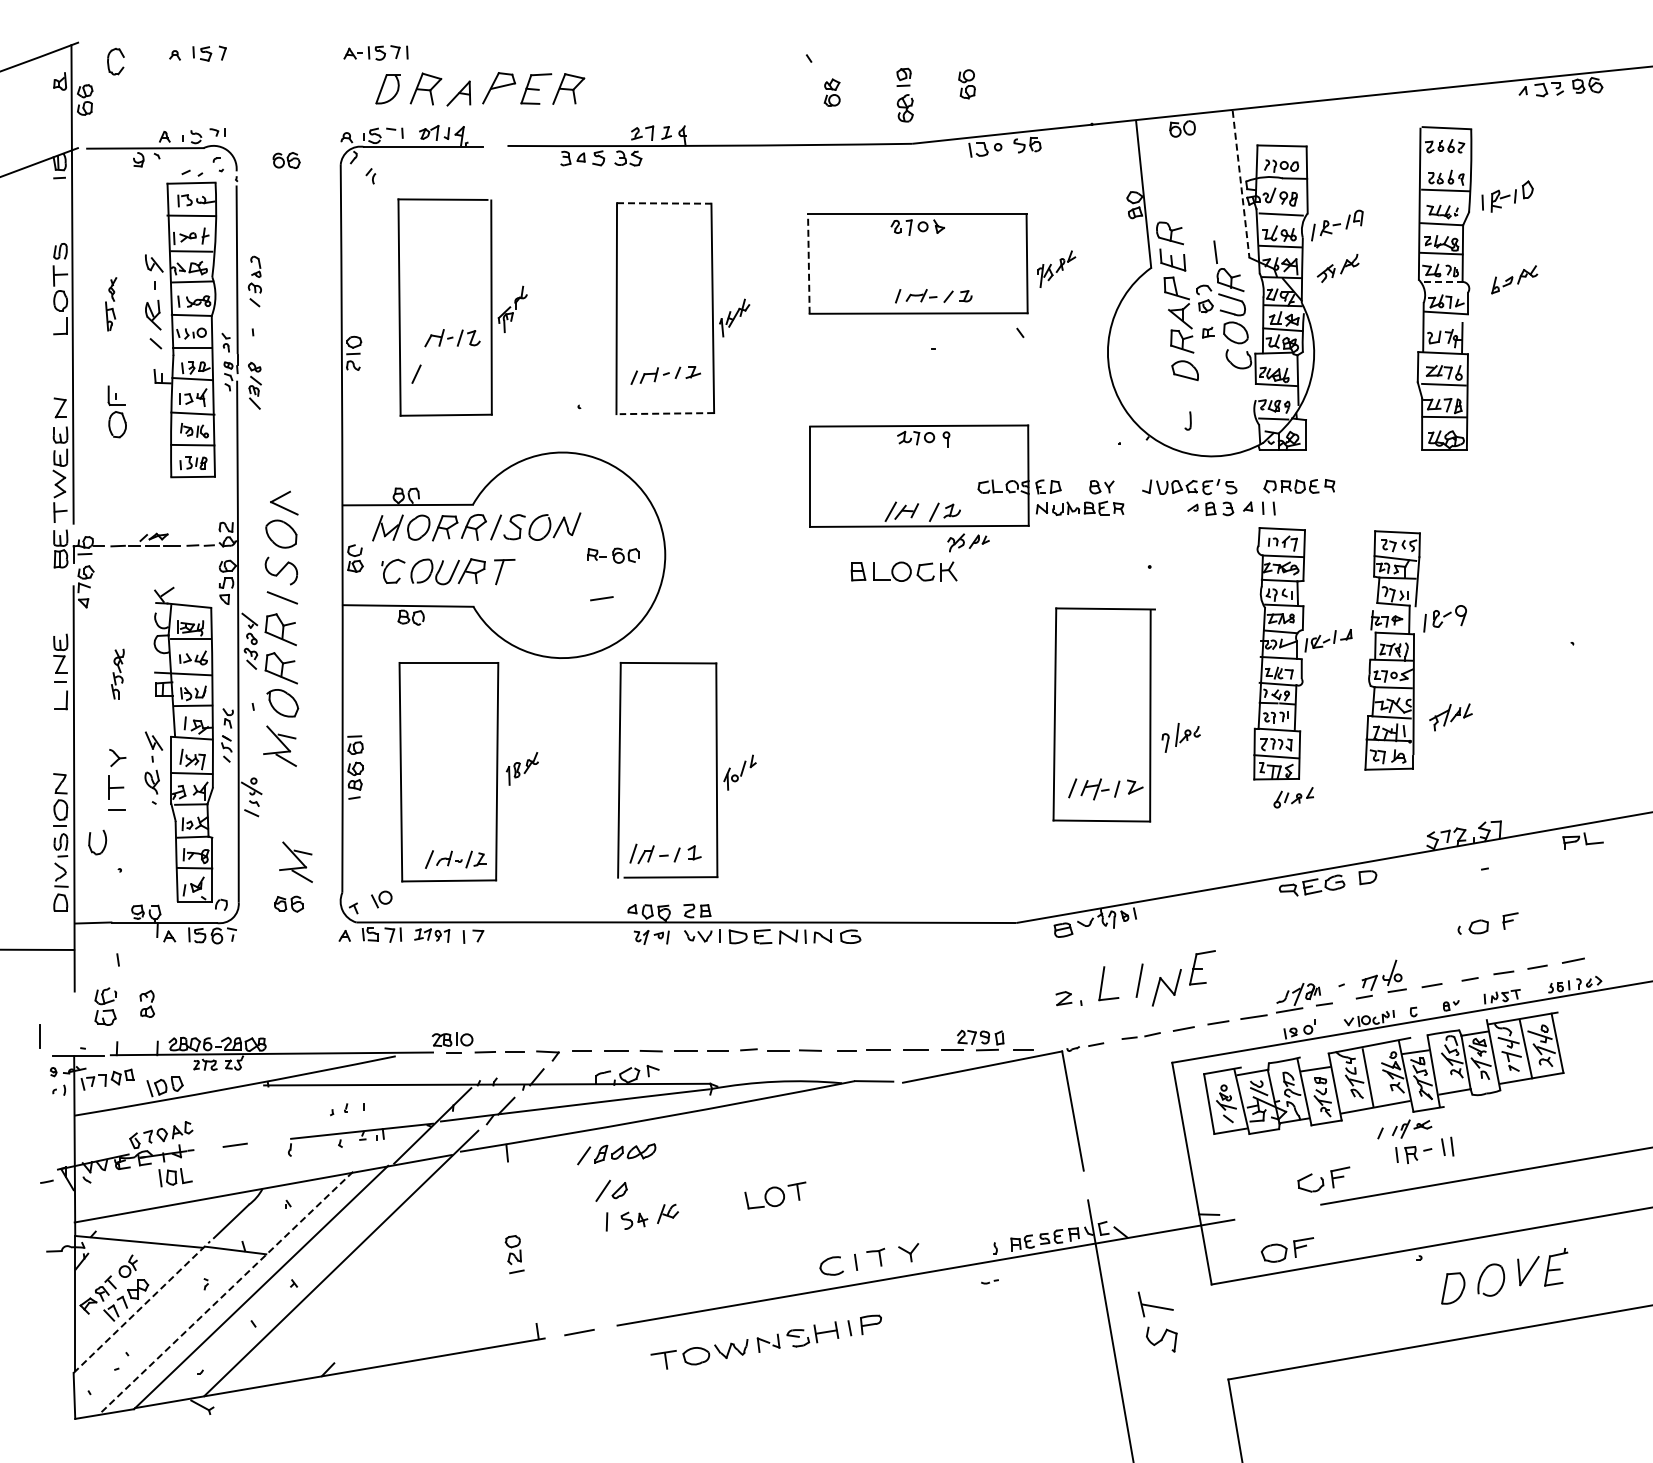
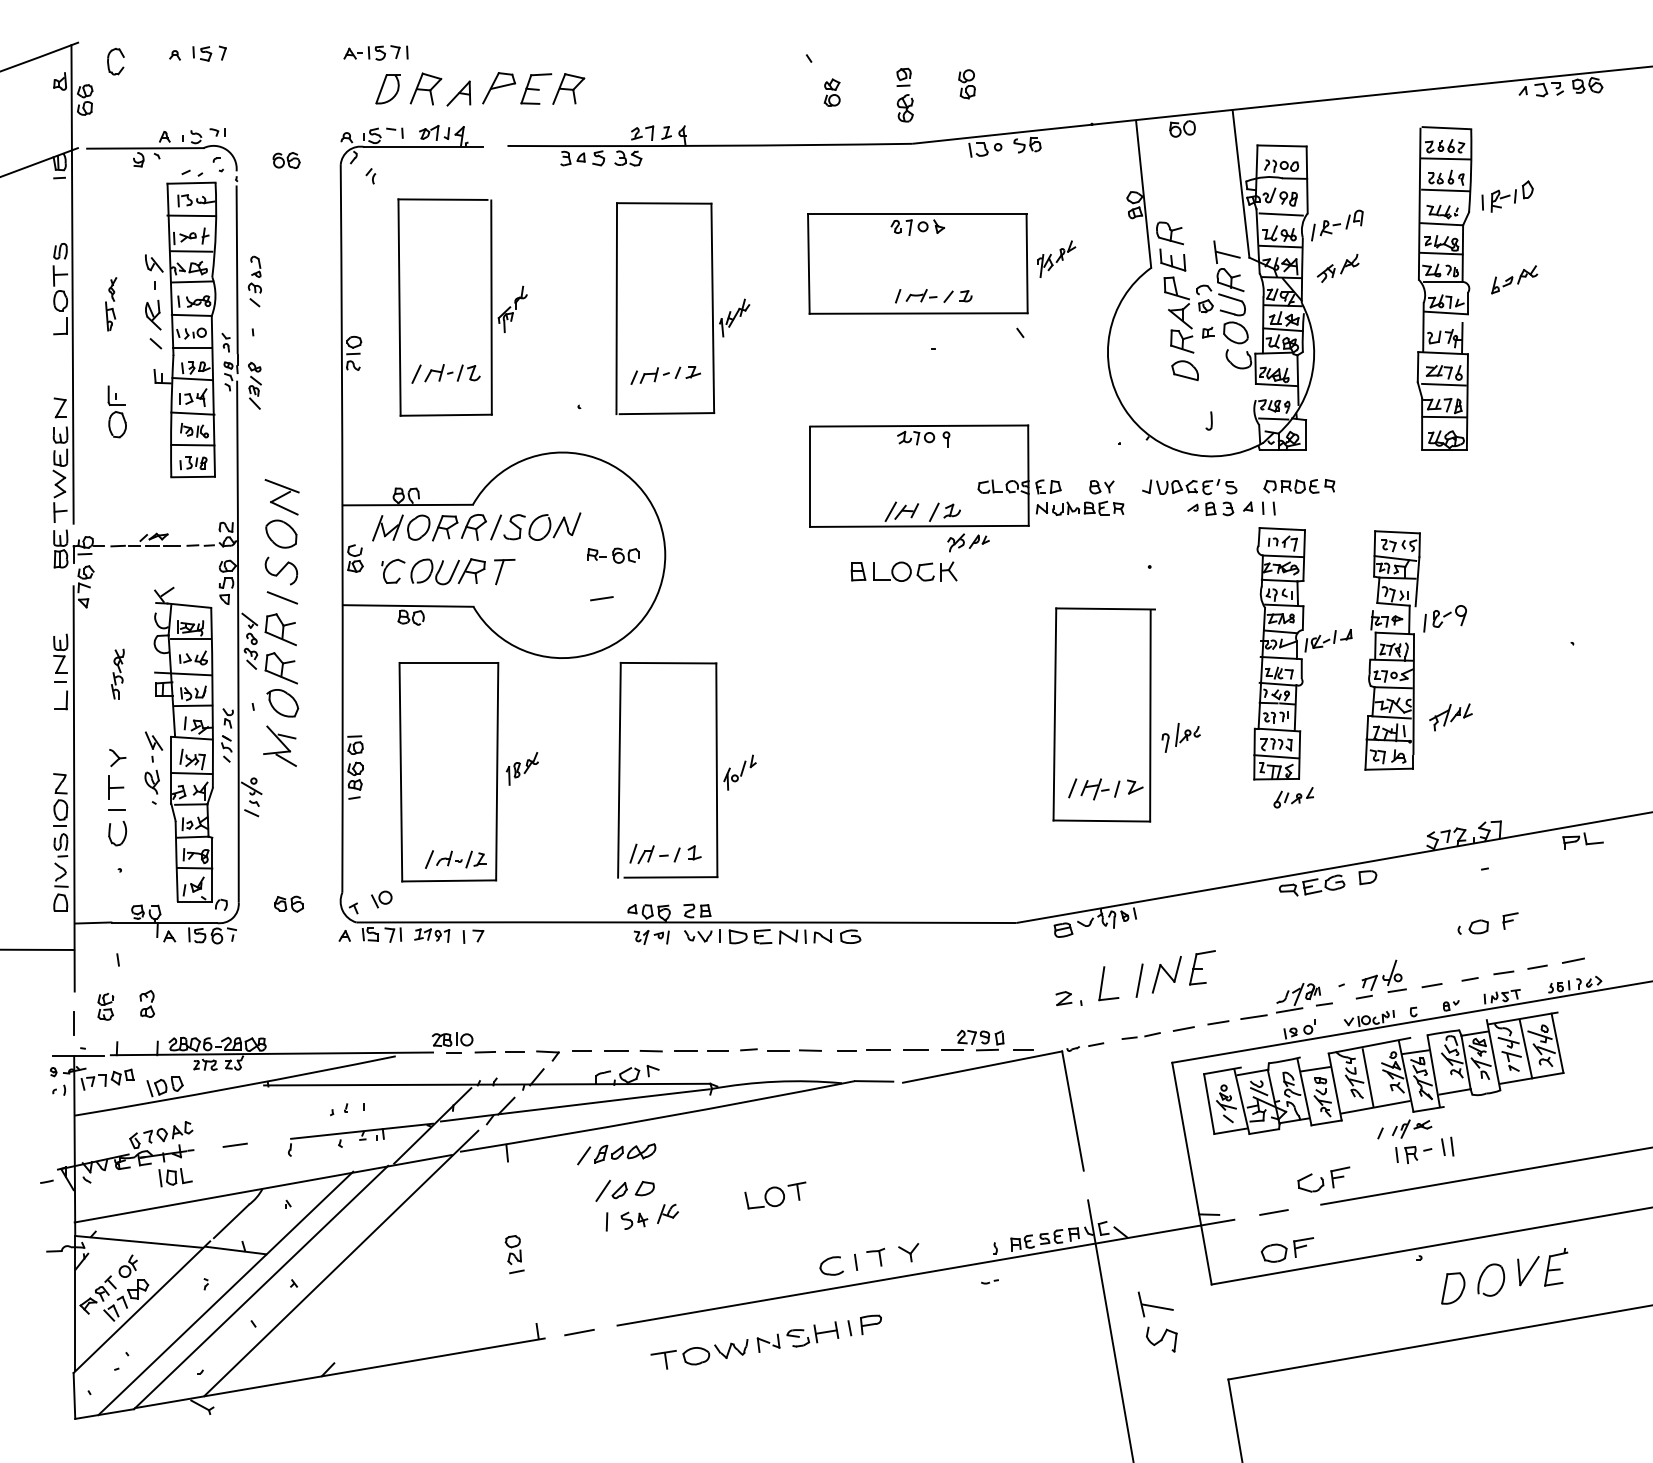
line at (1445, 158): none -> present
line at (1241, 184): dashed -> solid
line at (664, 203): dashed -> solid
line at (1227, 254): none -> present
line at (808, 263): dashed -> solid
part at (1056, 268) position: (1056, 268) -> (1056, 258)
line at (1443, 281): dashed -> solid
part at (452, 338) position: (452, 338) -> (452, 373)
line at (666, 413): dashed -> solid
part at (1187, 420) position: (1187, 420) -> (1208, 420)
line at (281, 485): none -> present
part at (90, 842) position: (90, 842) -> (110, 833)
part at (295, 861): present -> none
part at (1166, 987) position: (1166, 987) -> (1166, 974)
part at (105, 1006) size: 24x39 px -> 18x28 px
line at (39, 1036) position: (39, 1036) -> (73, 1023)
part at (644, 1188): none -> present
line at (1273, 1212): none -> present
line at (225, 1293): dashed -> solid
line at (141, 1307): dashed -> solid
